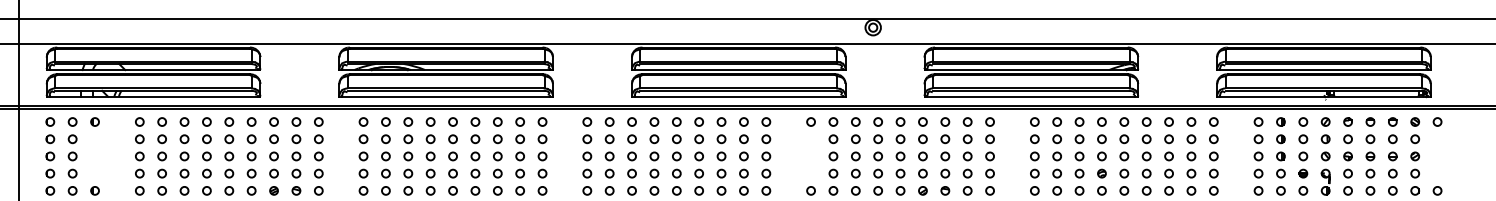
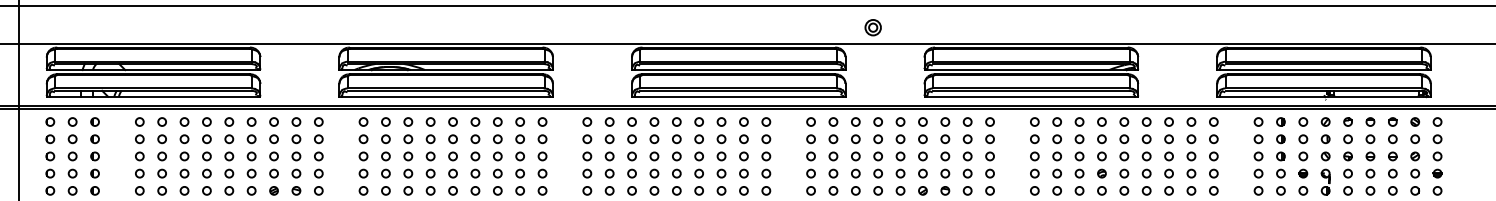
line at (747, 19) position: (747, 19) -> (747, 6)
part at (94, 156): none -> present
part at (810, 156): none -> present
part at (1437, 156): none -> present
